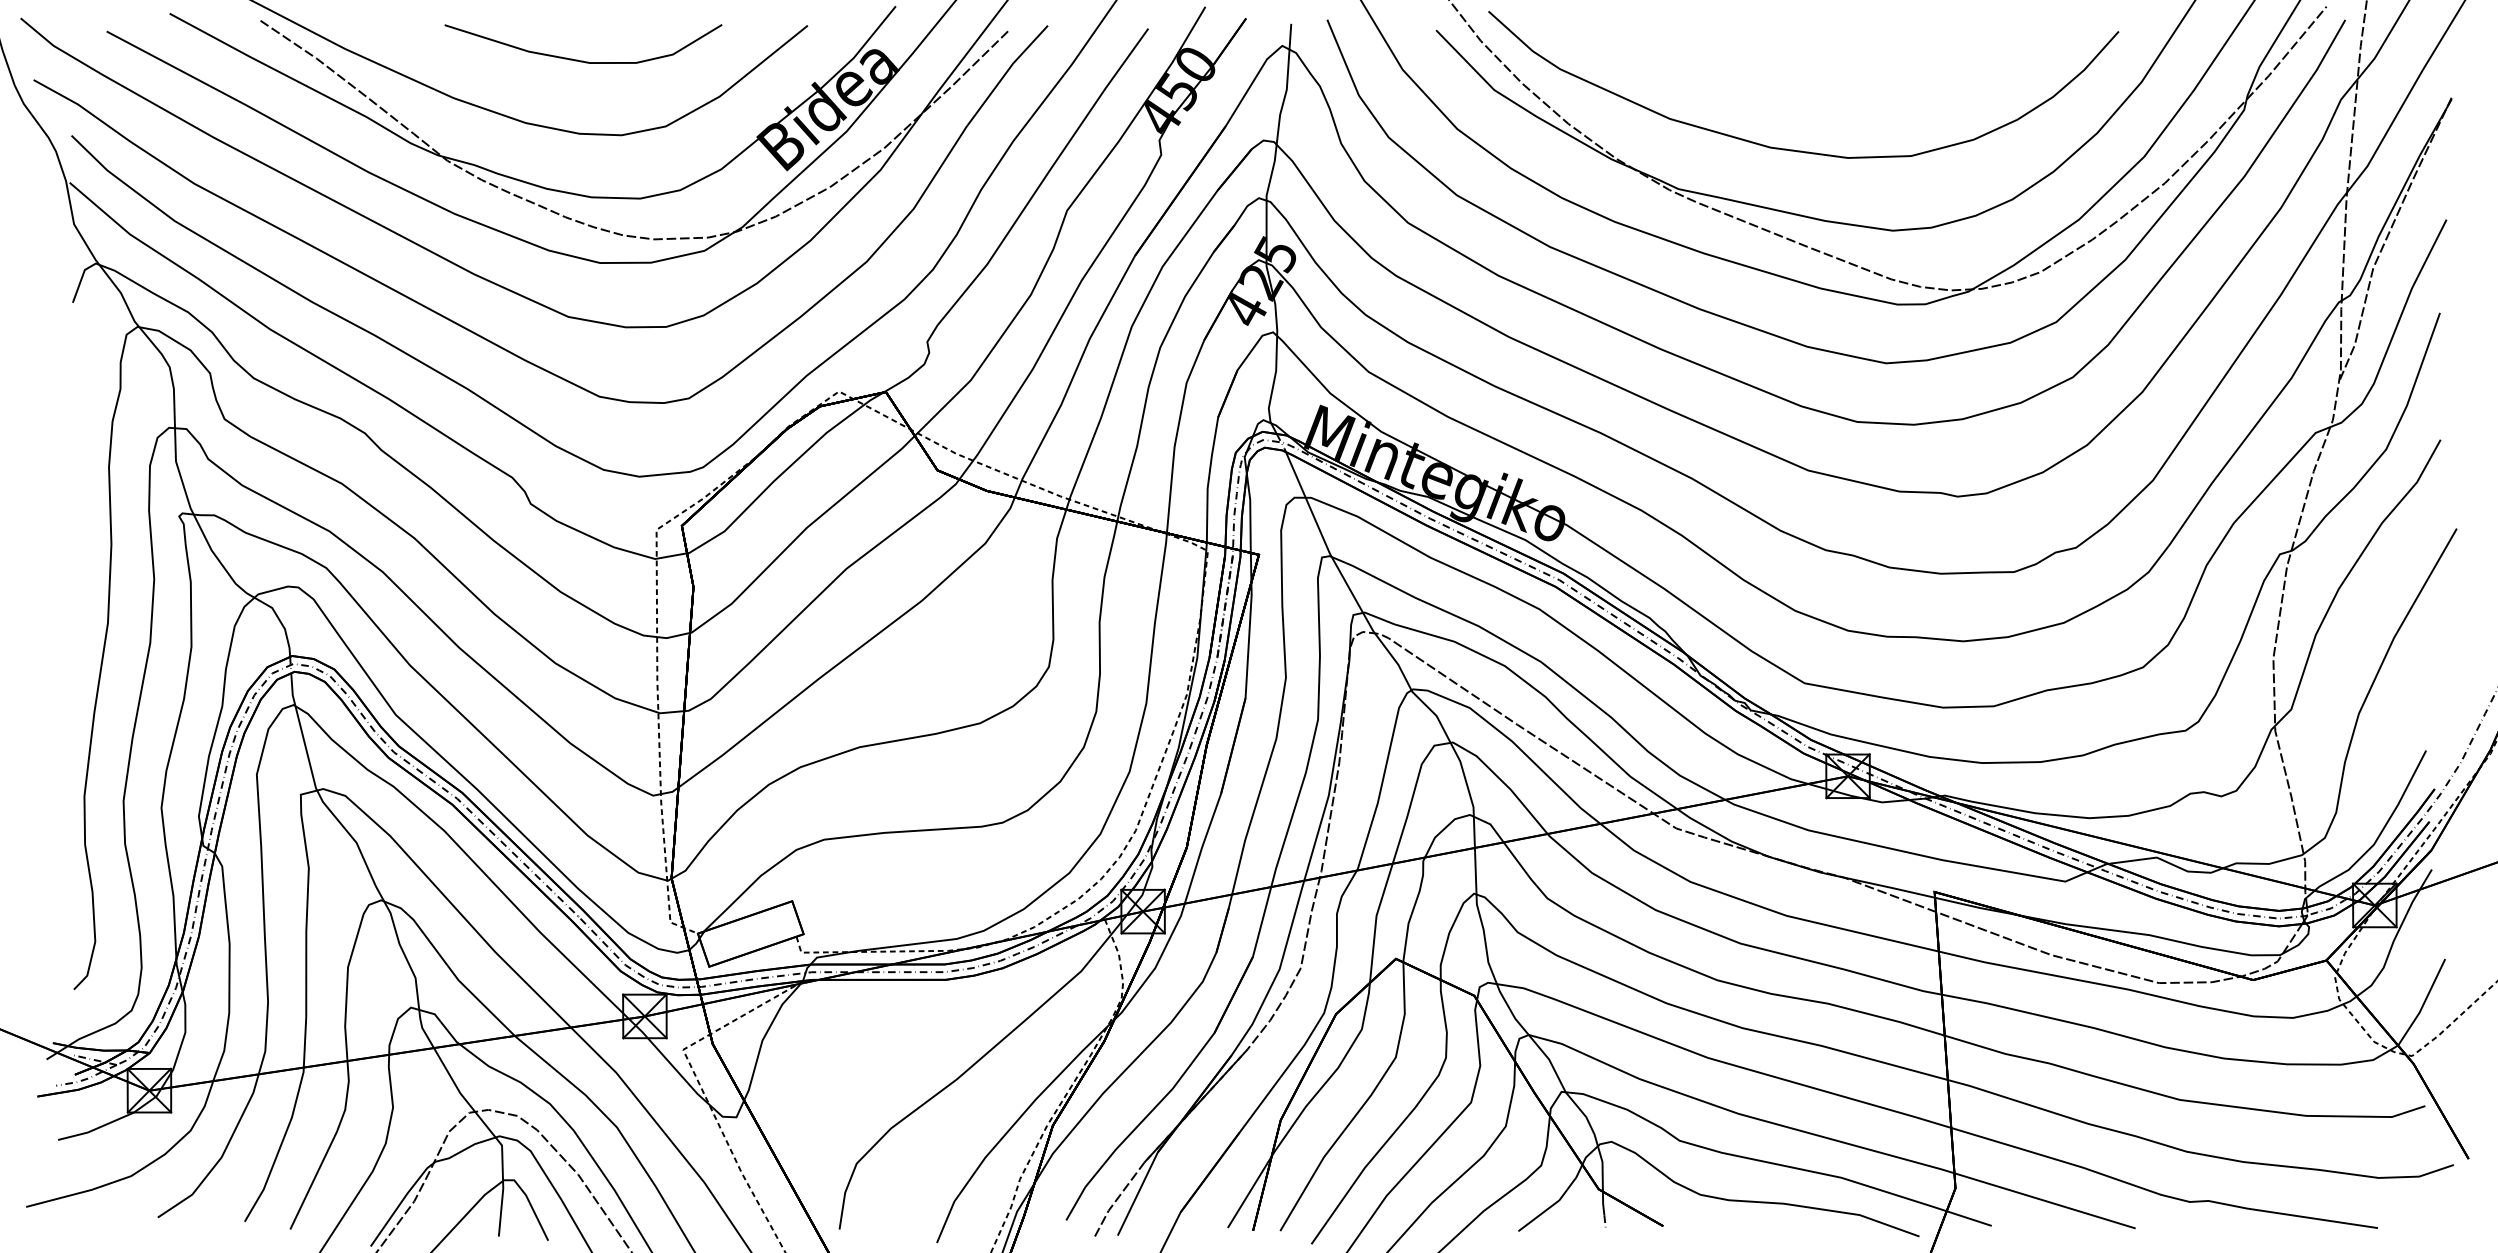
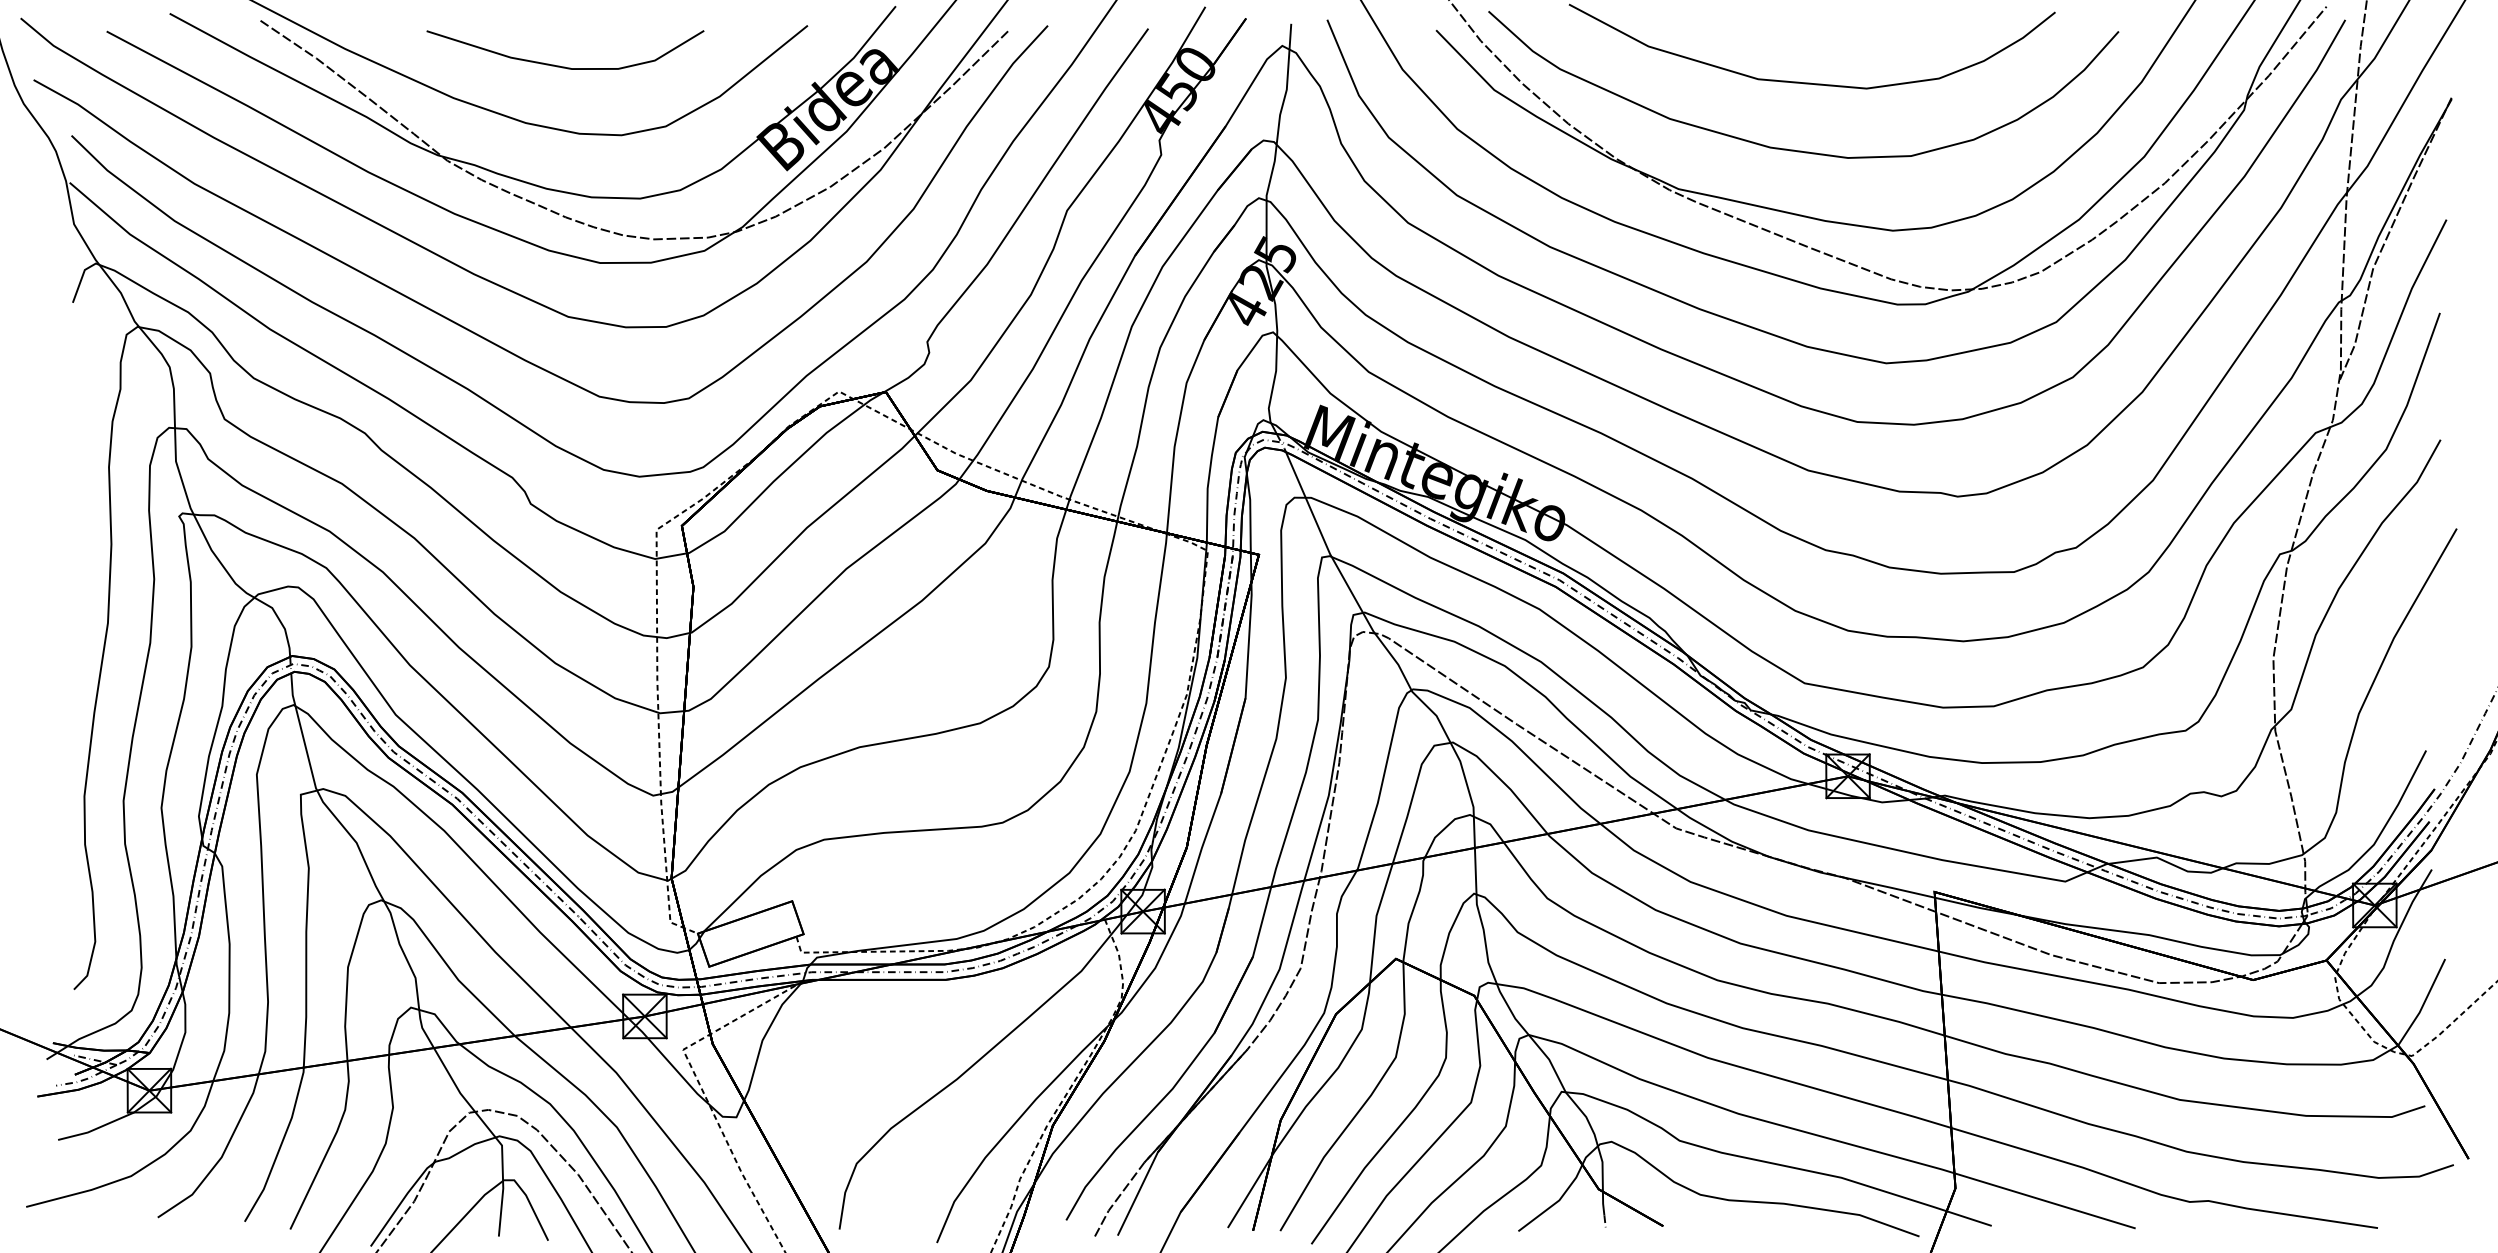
curve at (583, 60) position: (583, 60) -> (565, 66)
curve at (1810, 82): none -> present
